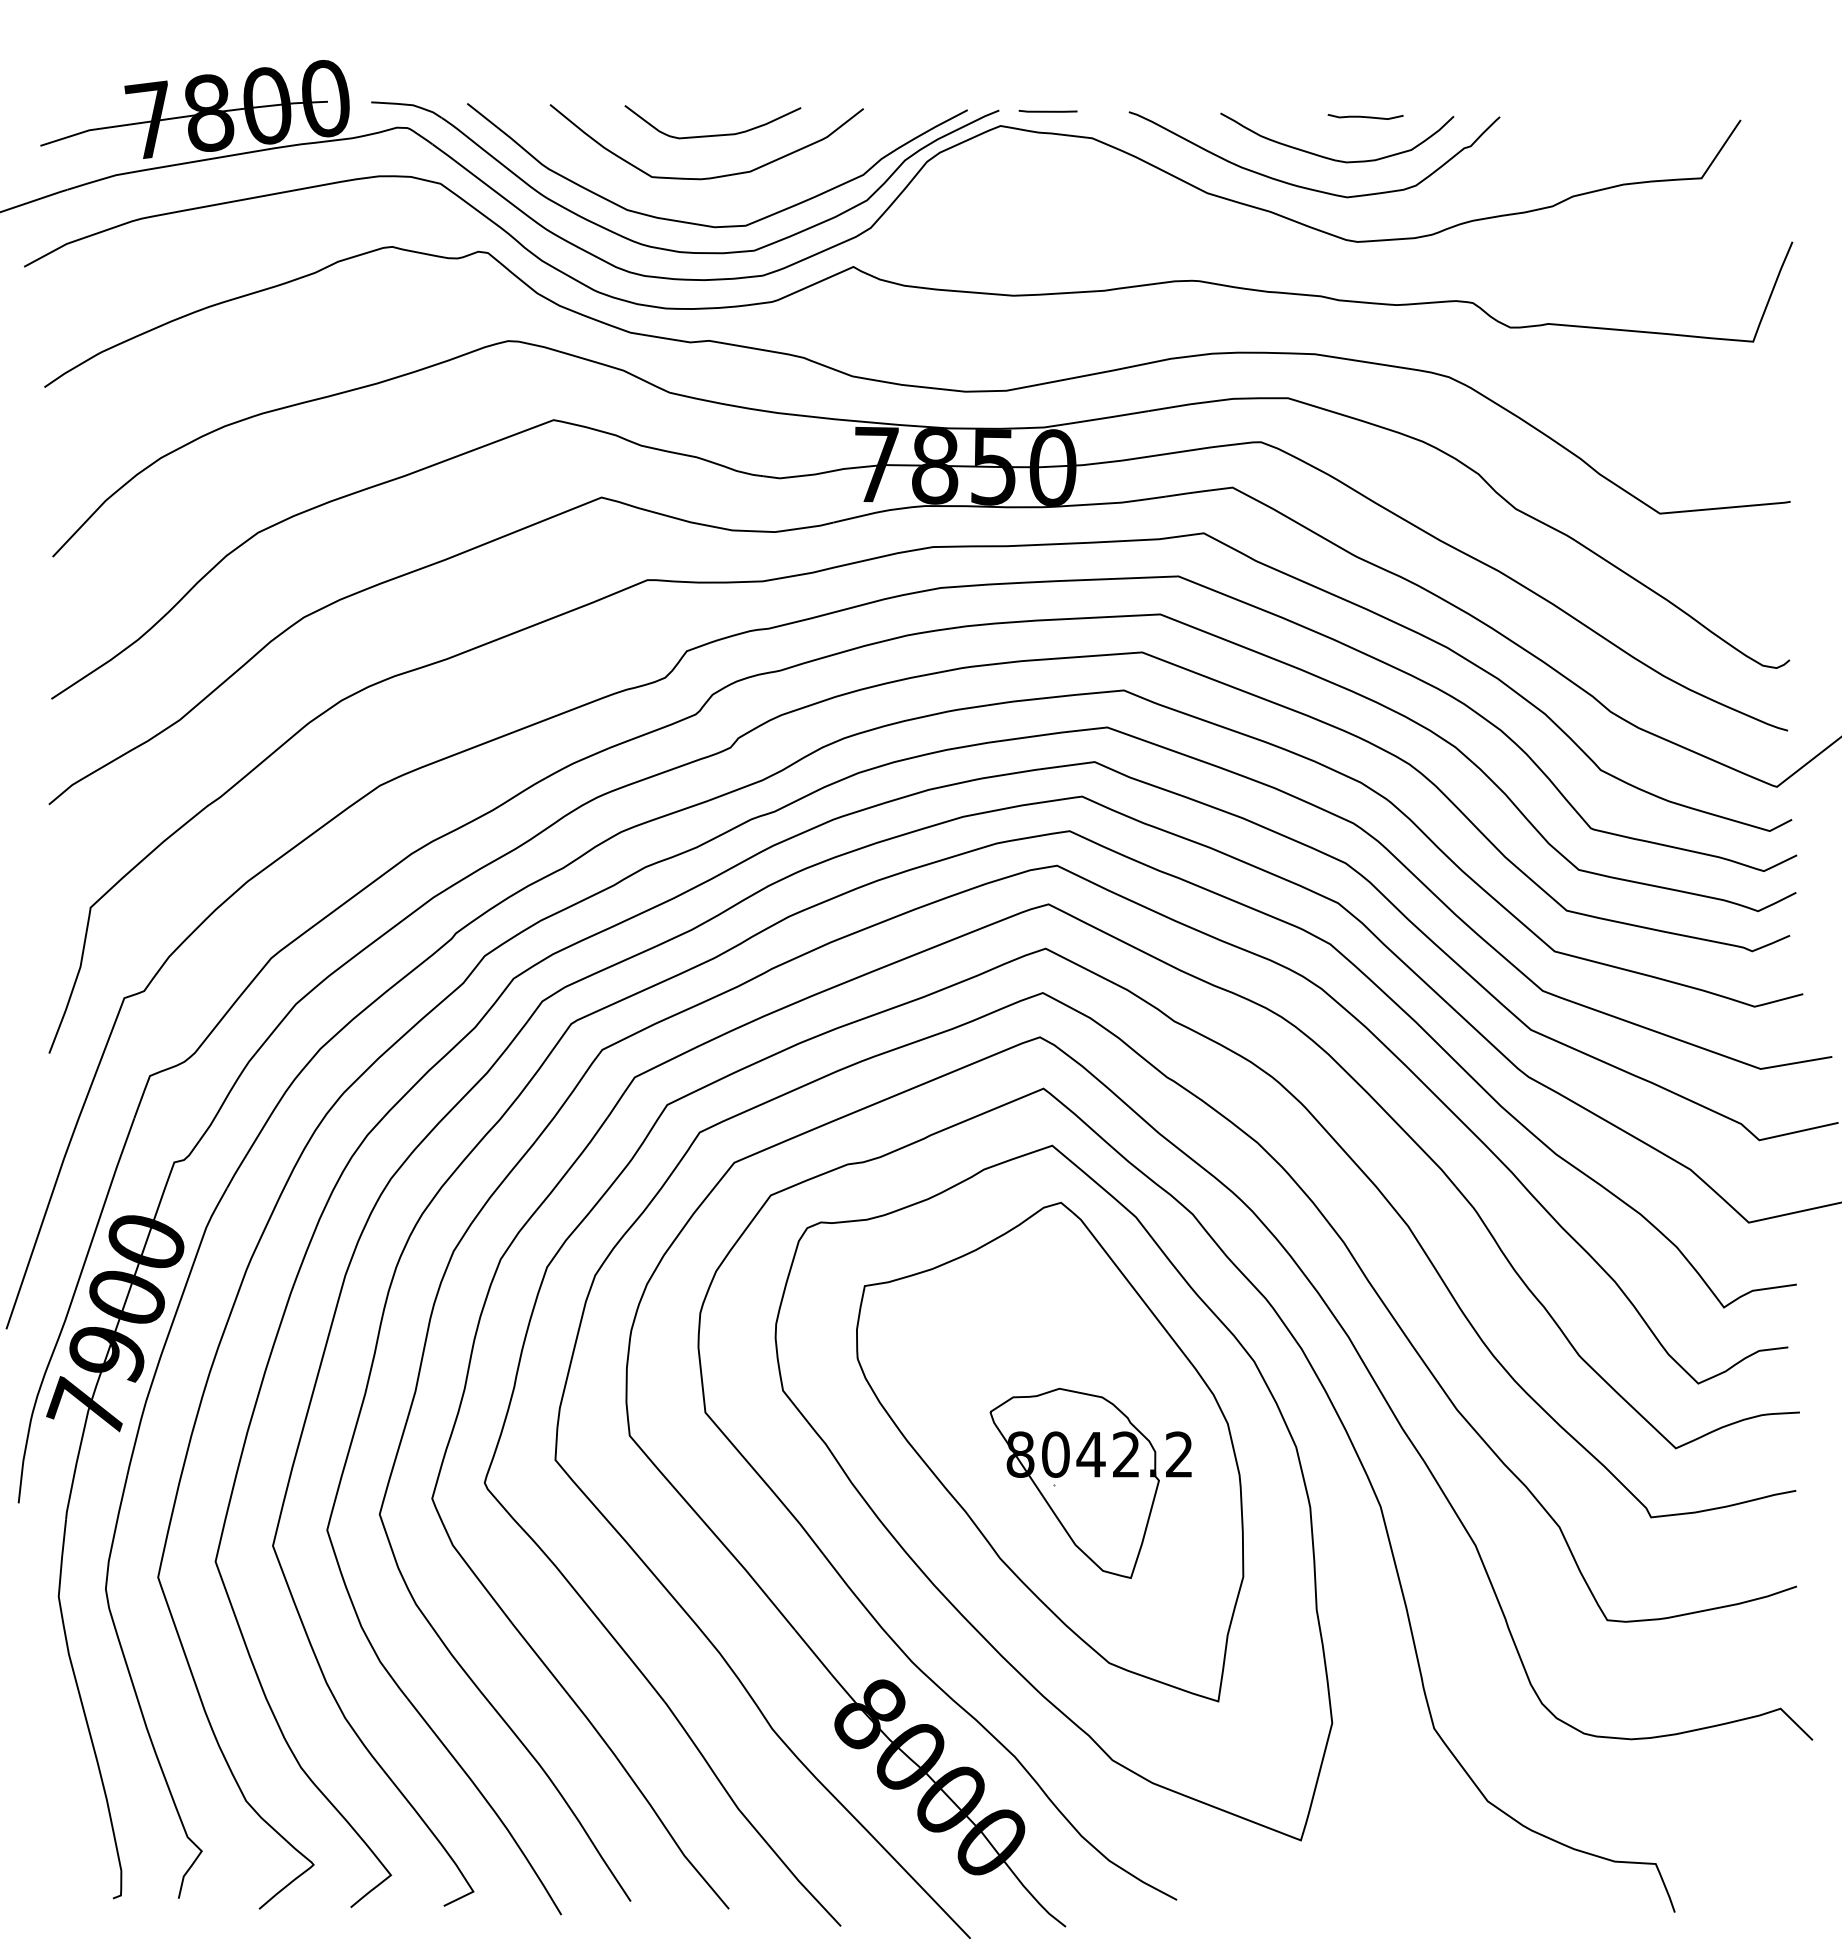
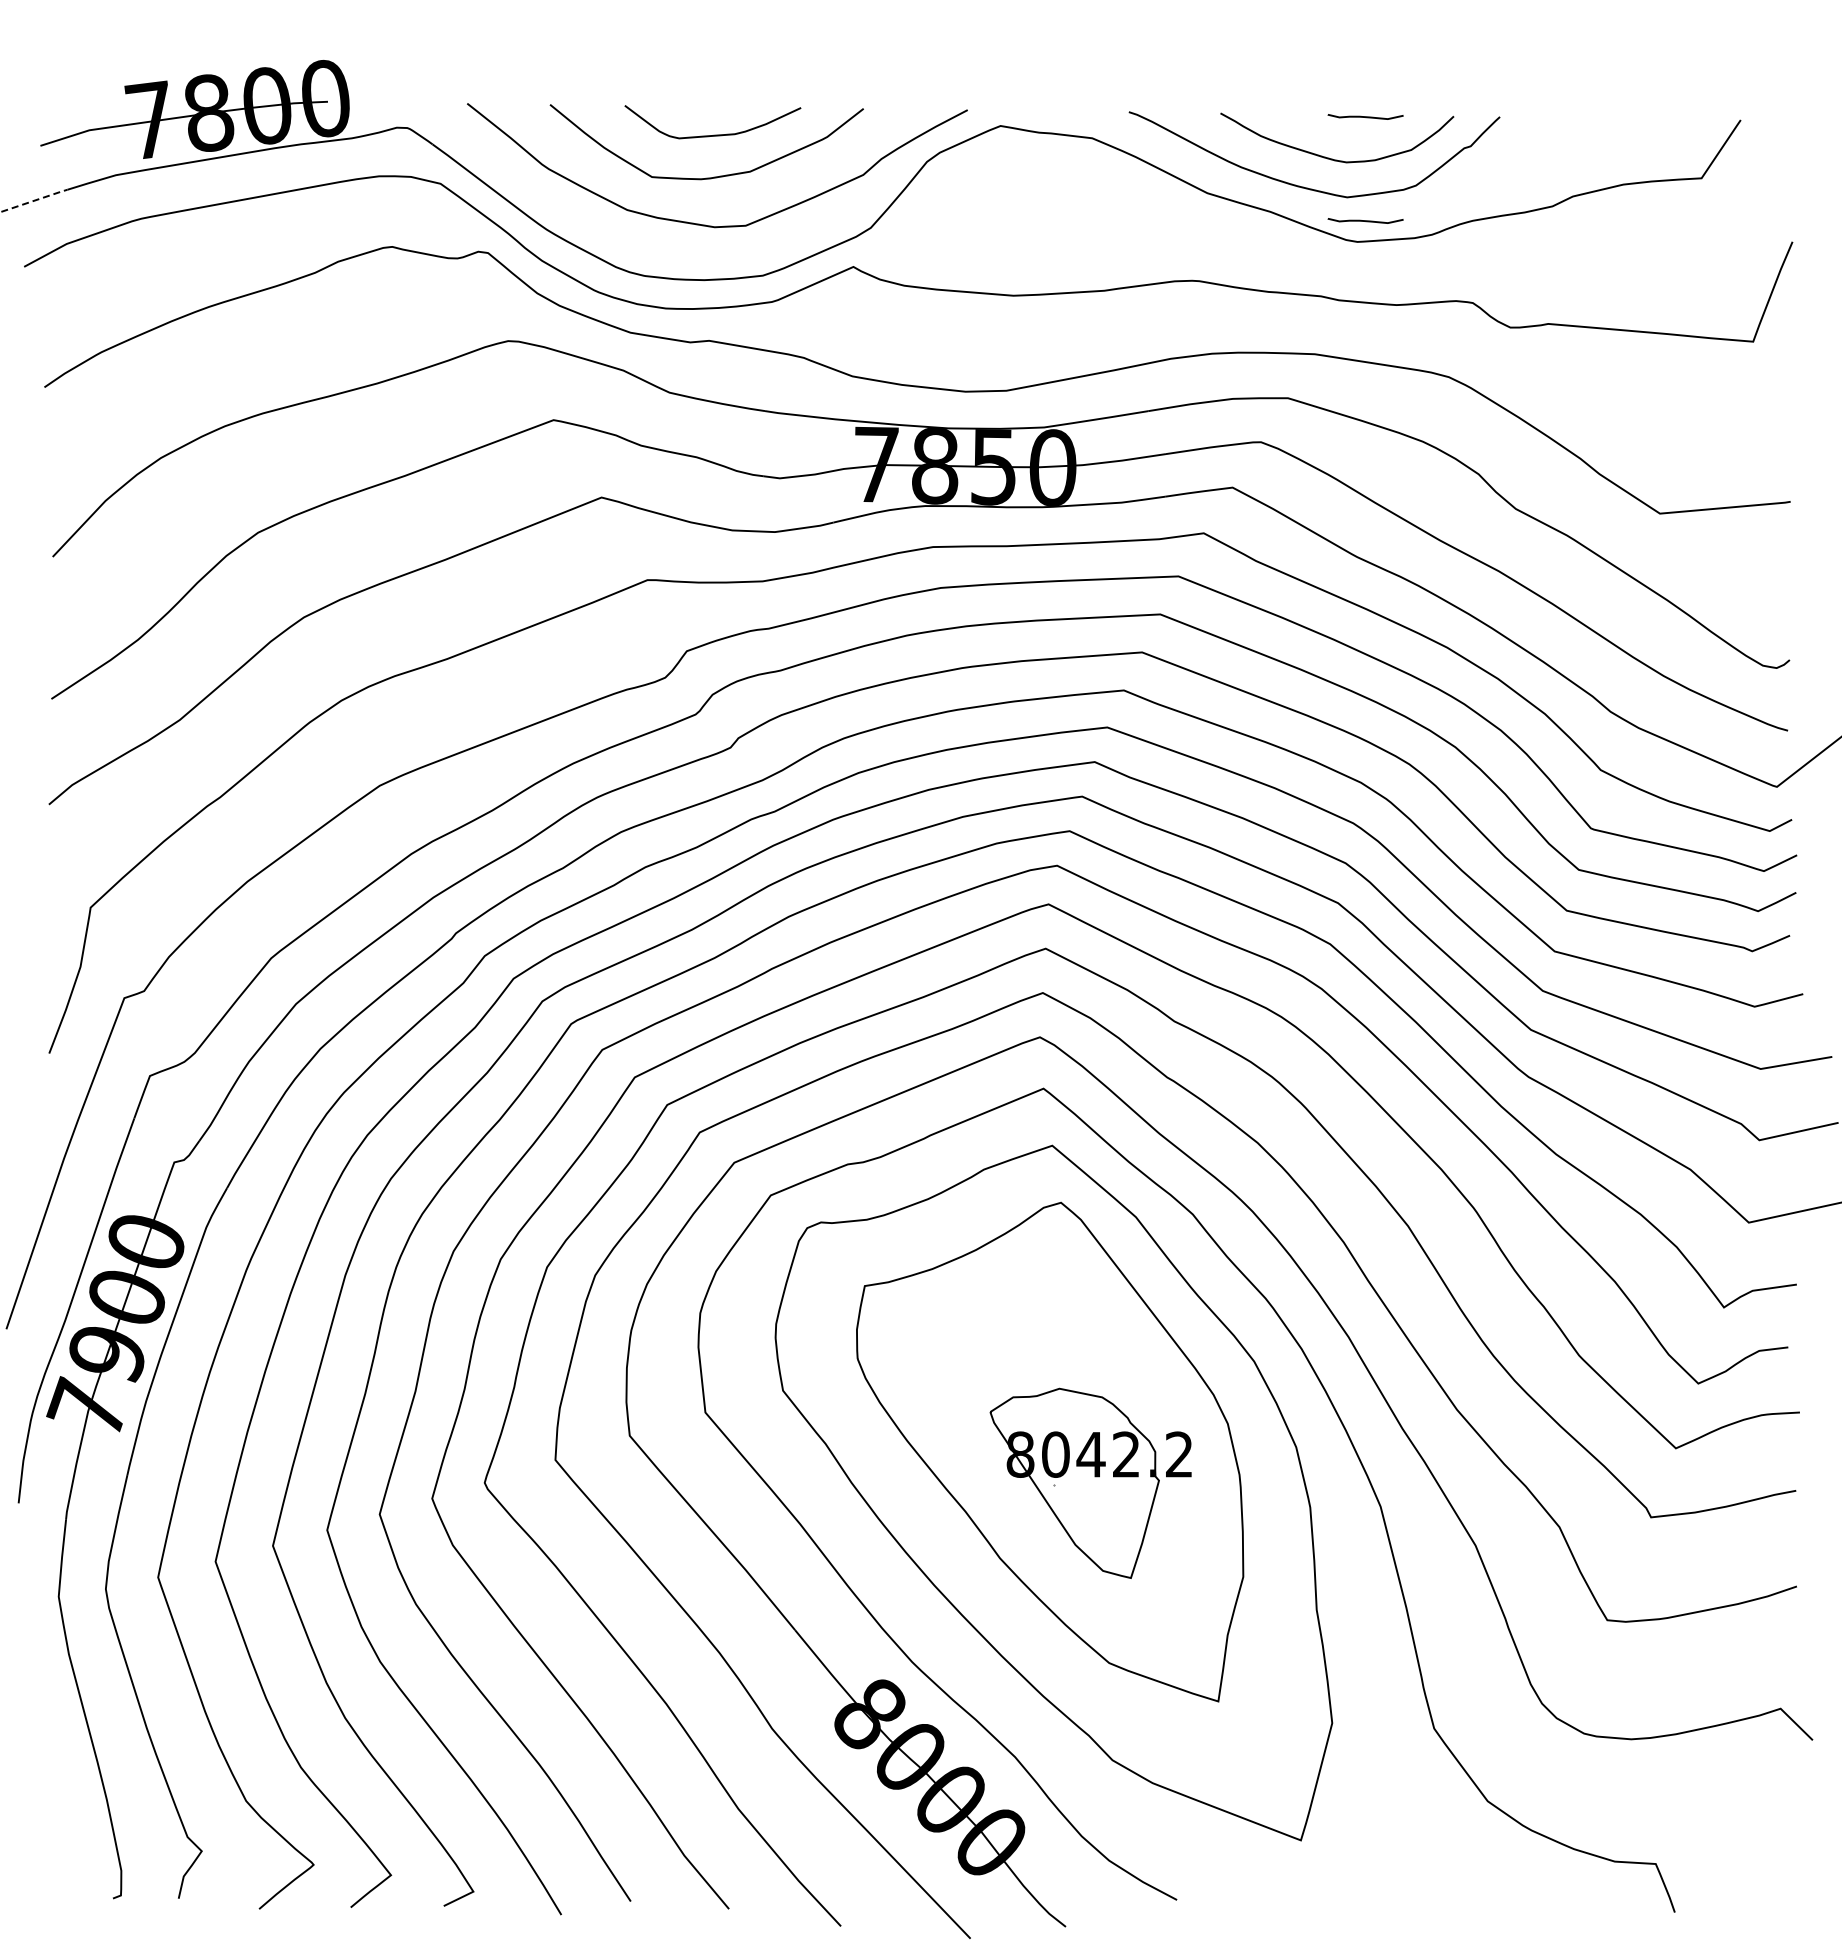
line at (1047, 110): present -> none
line at (34, 200): solid -> dashed
curve at (1365, 220): none -> present
part at (672, 249): present -> none
